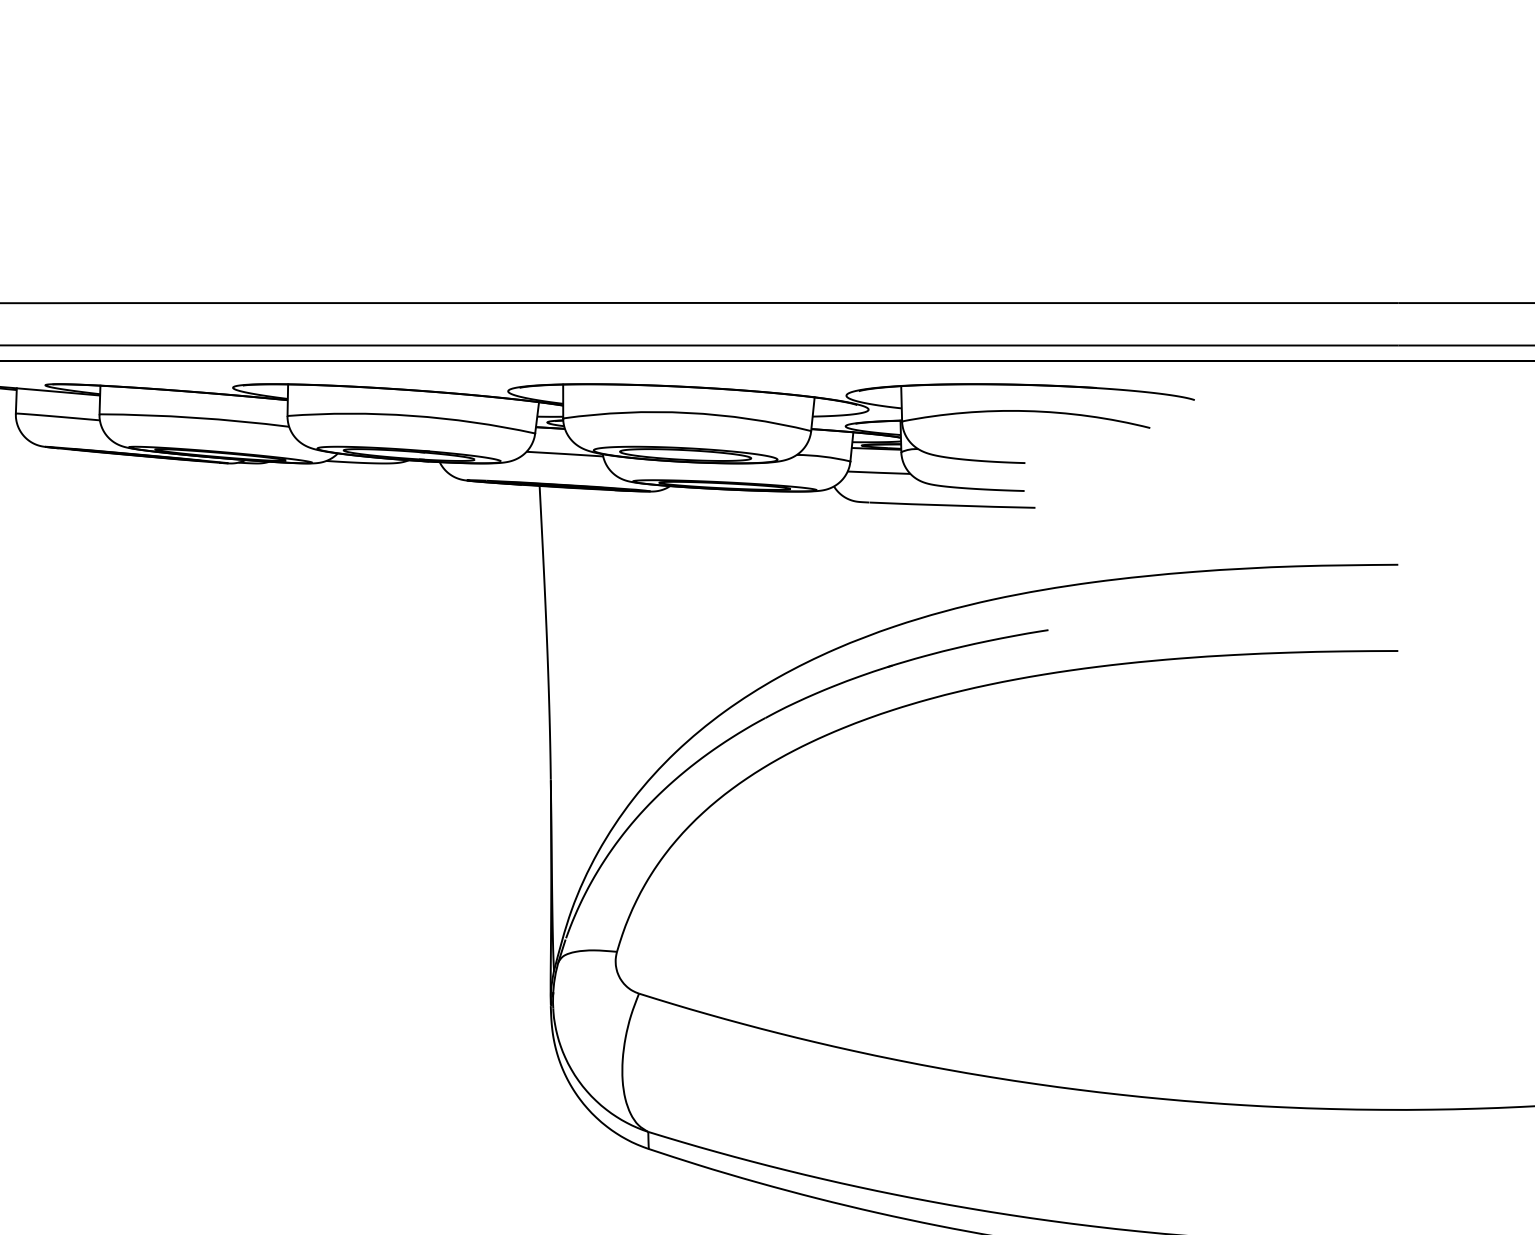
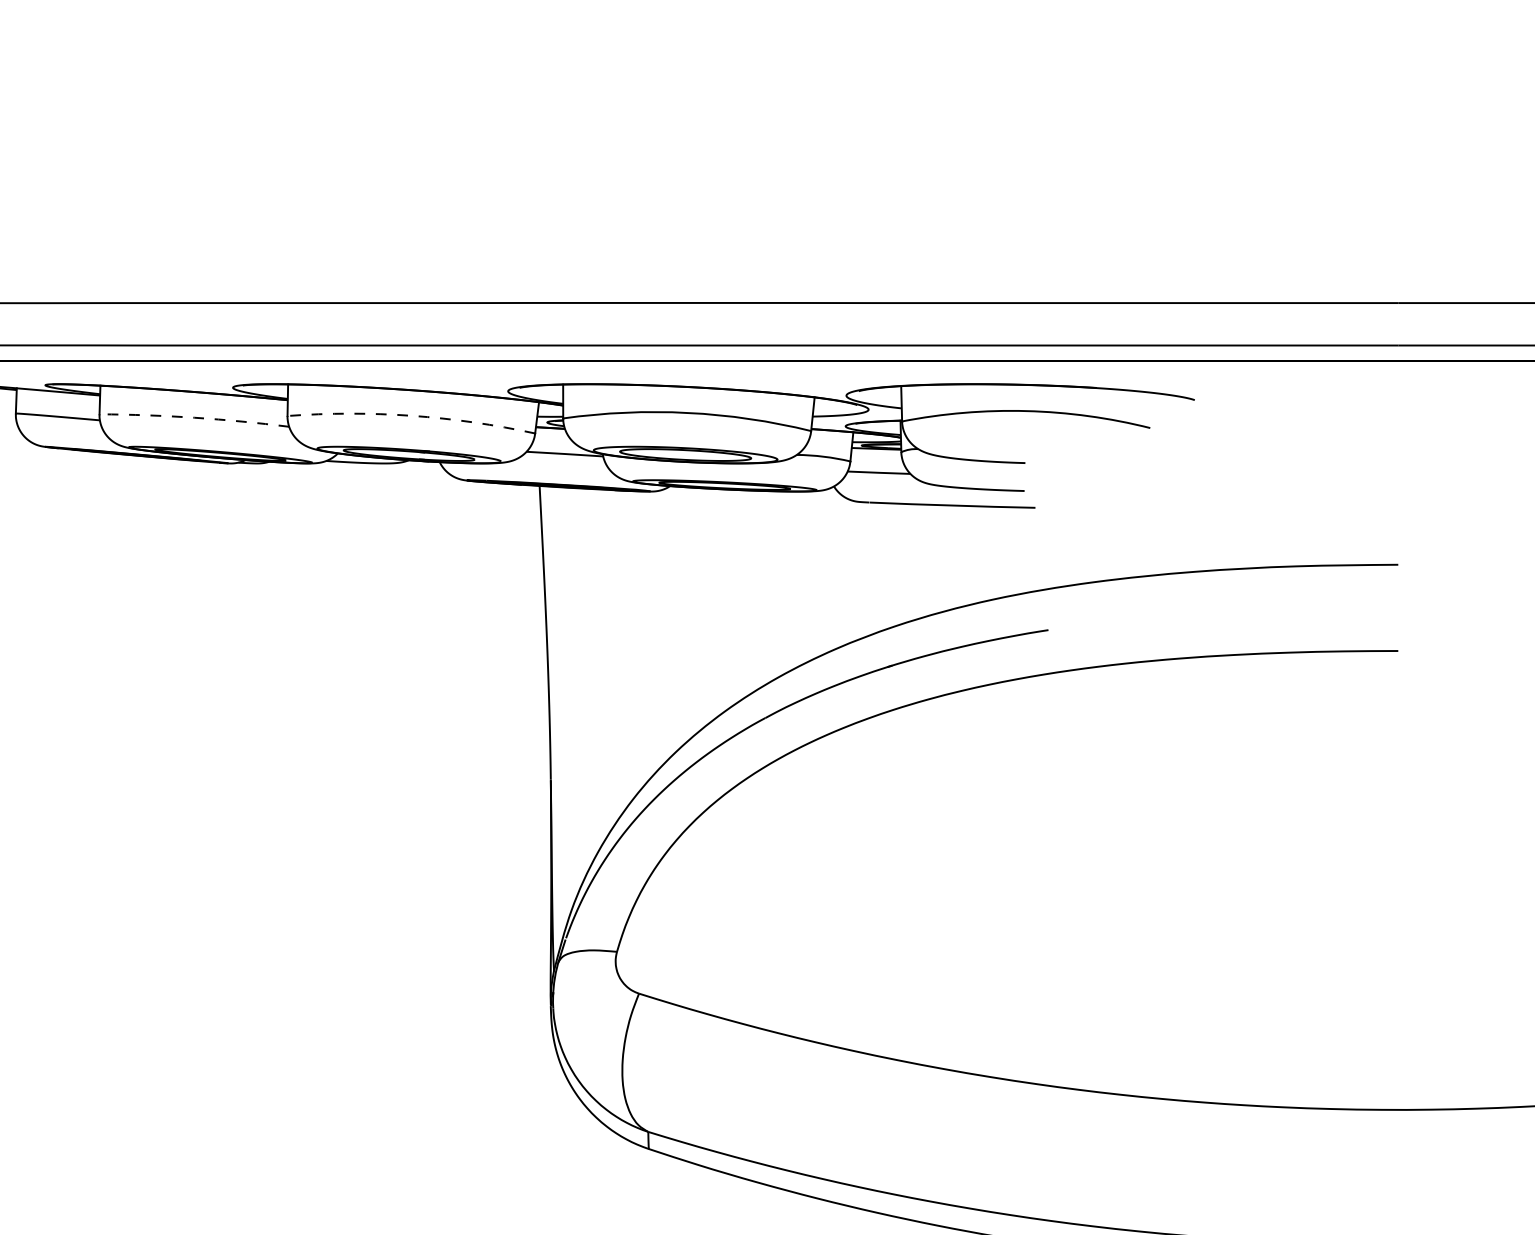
arc at (412, 415): solid -> dashed
arc at (194, 417): solid -> dashed
